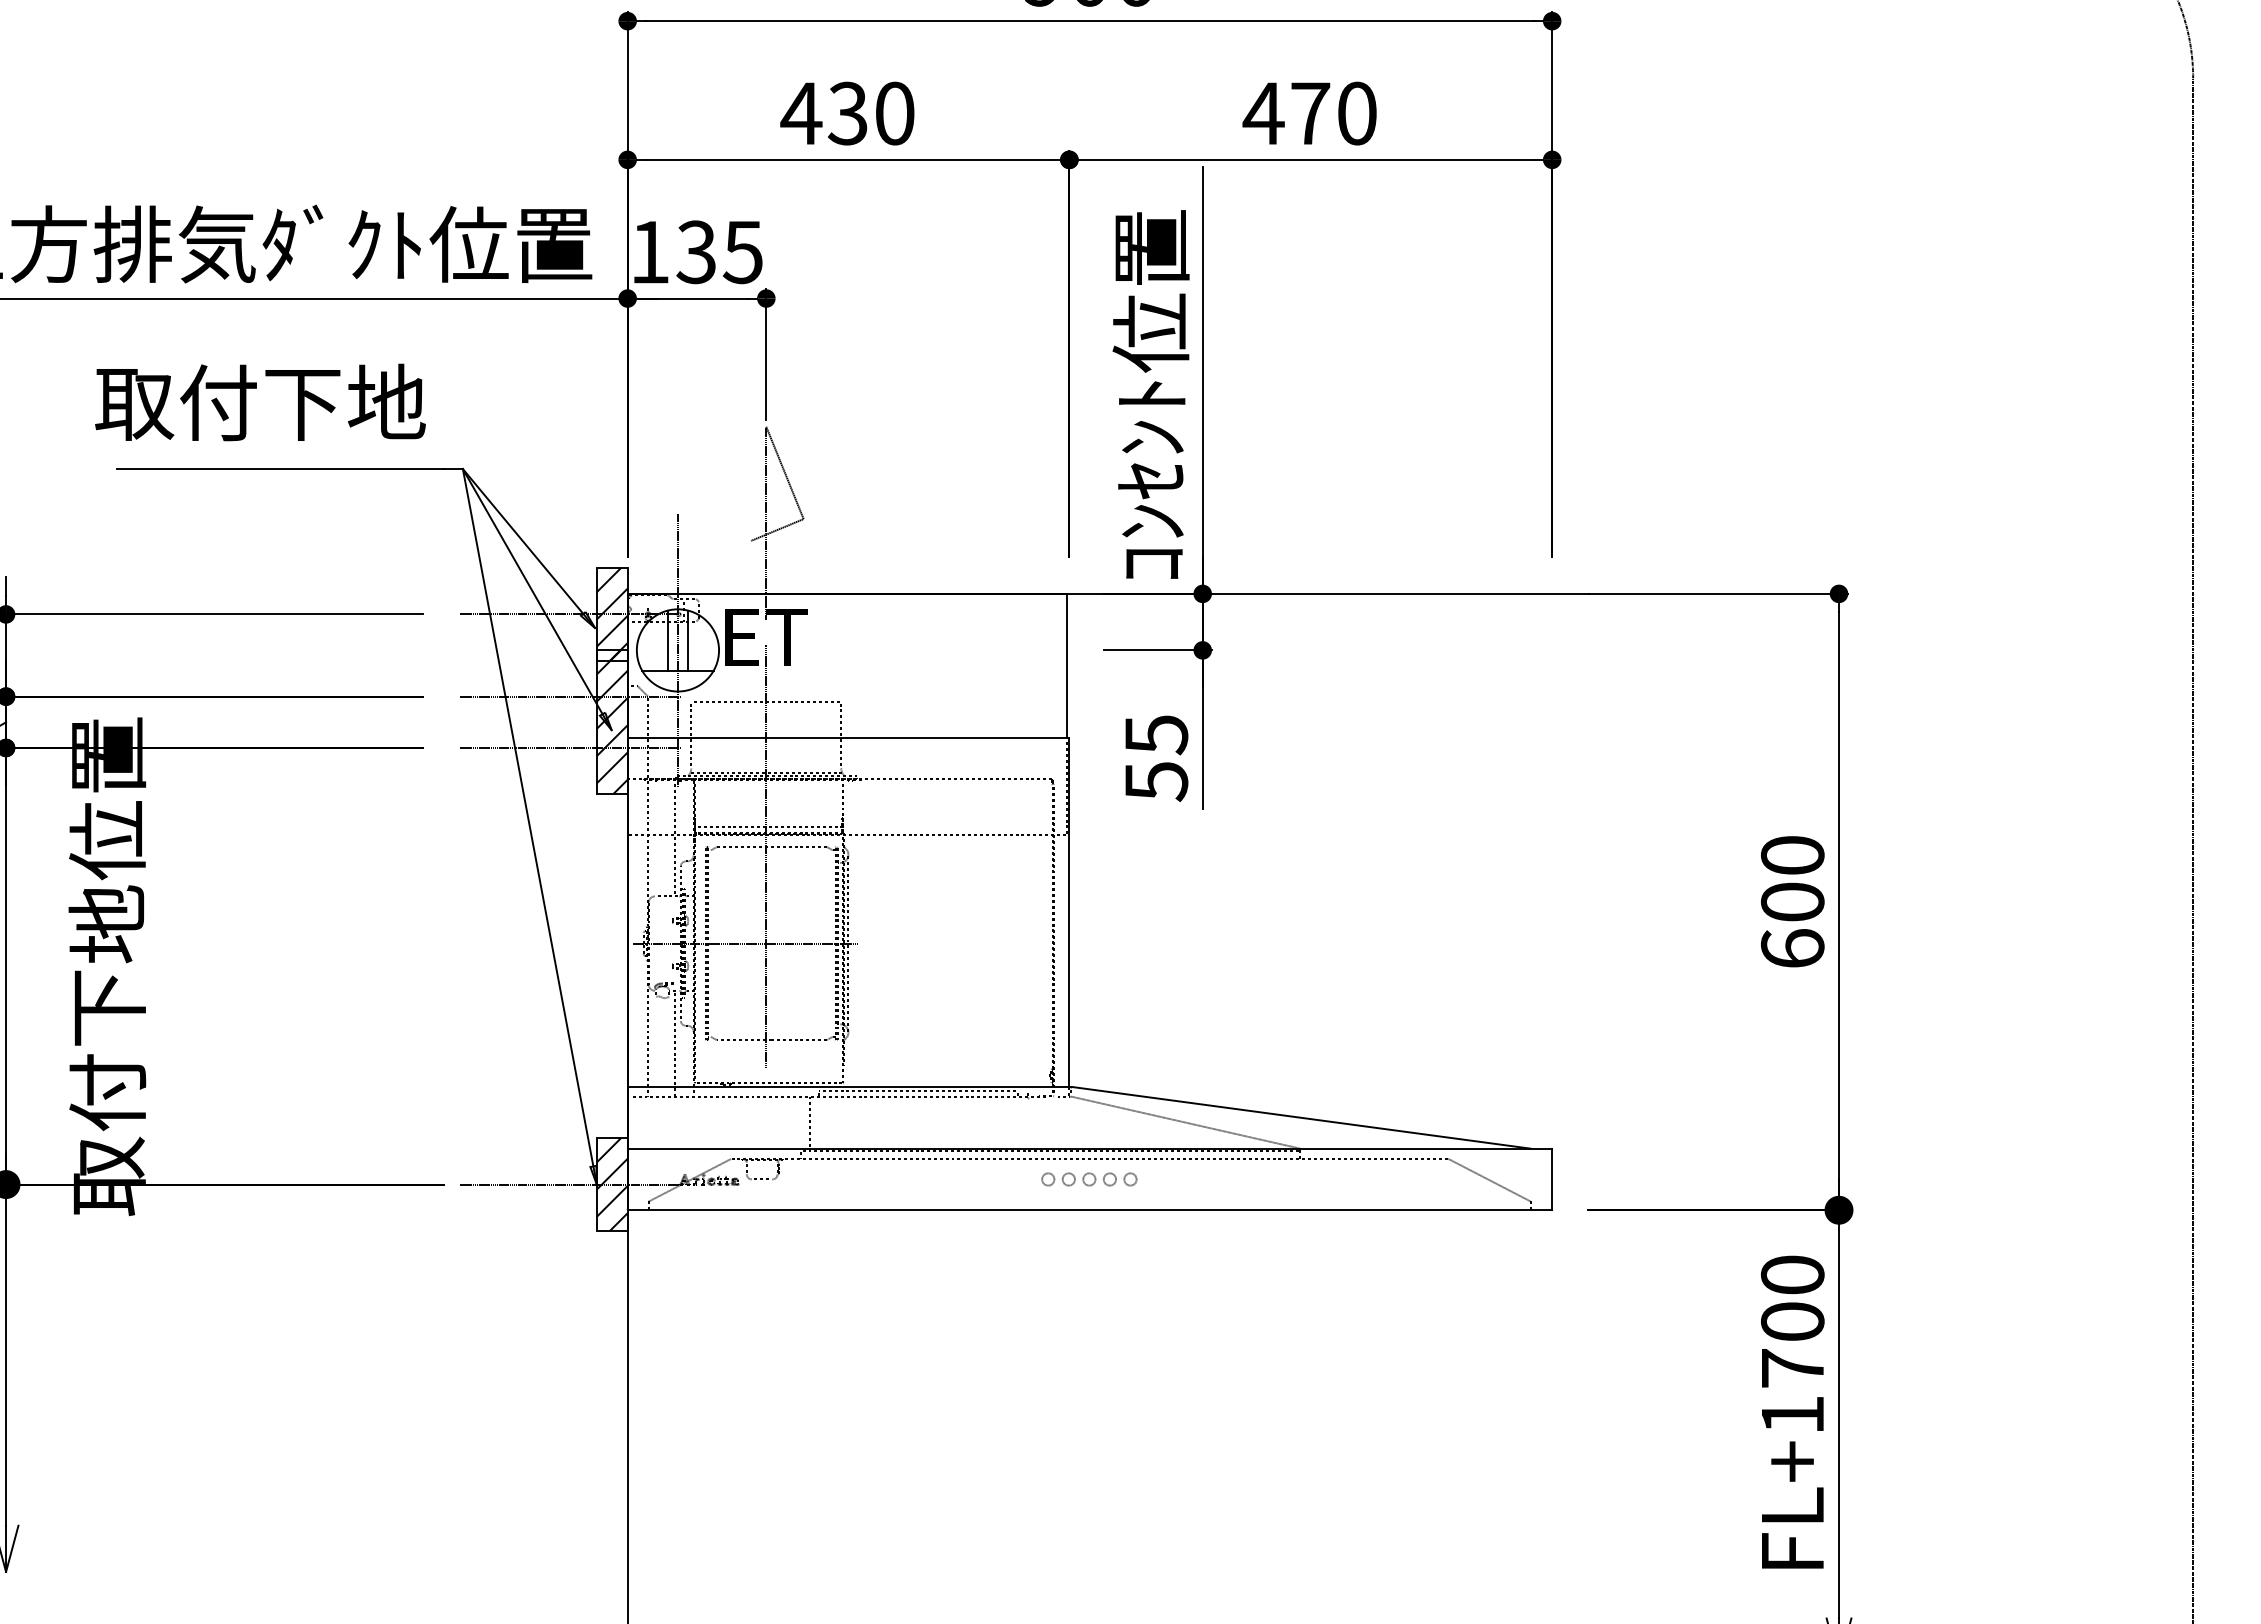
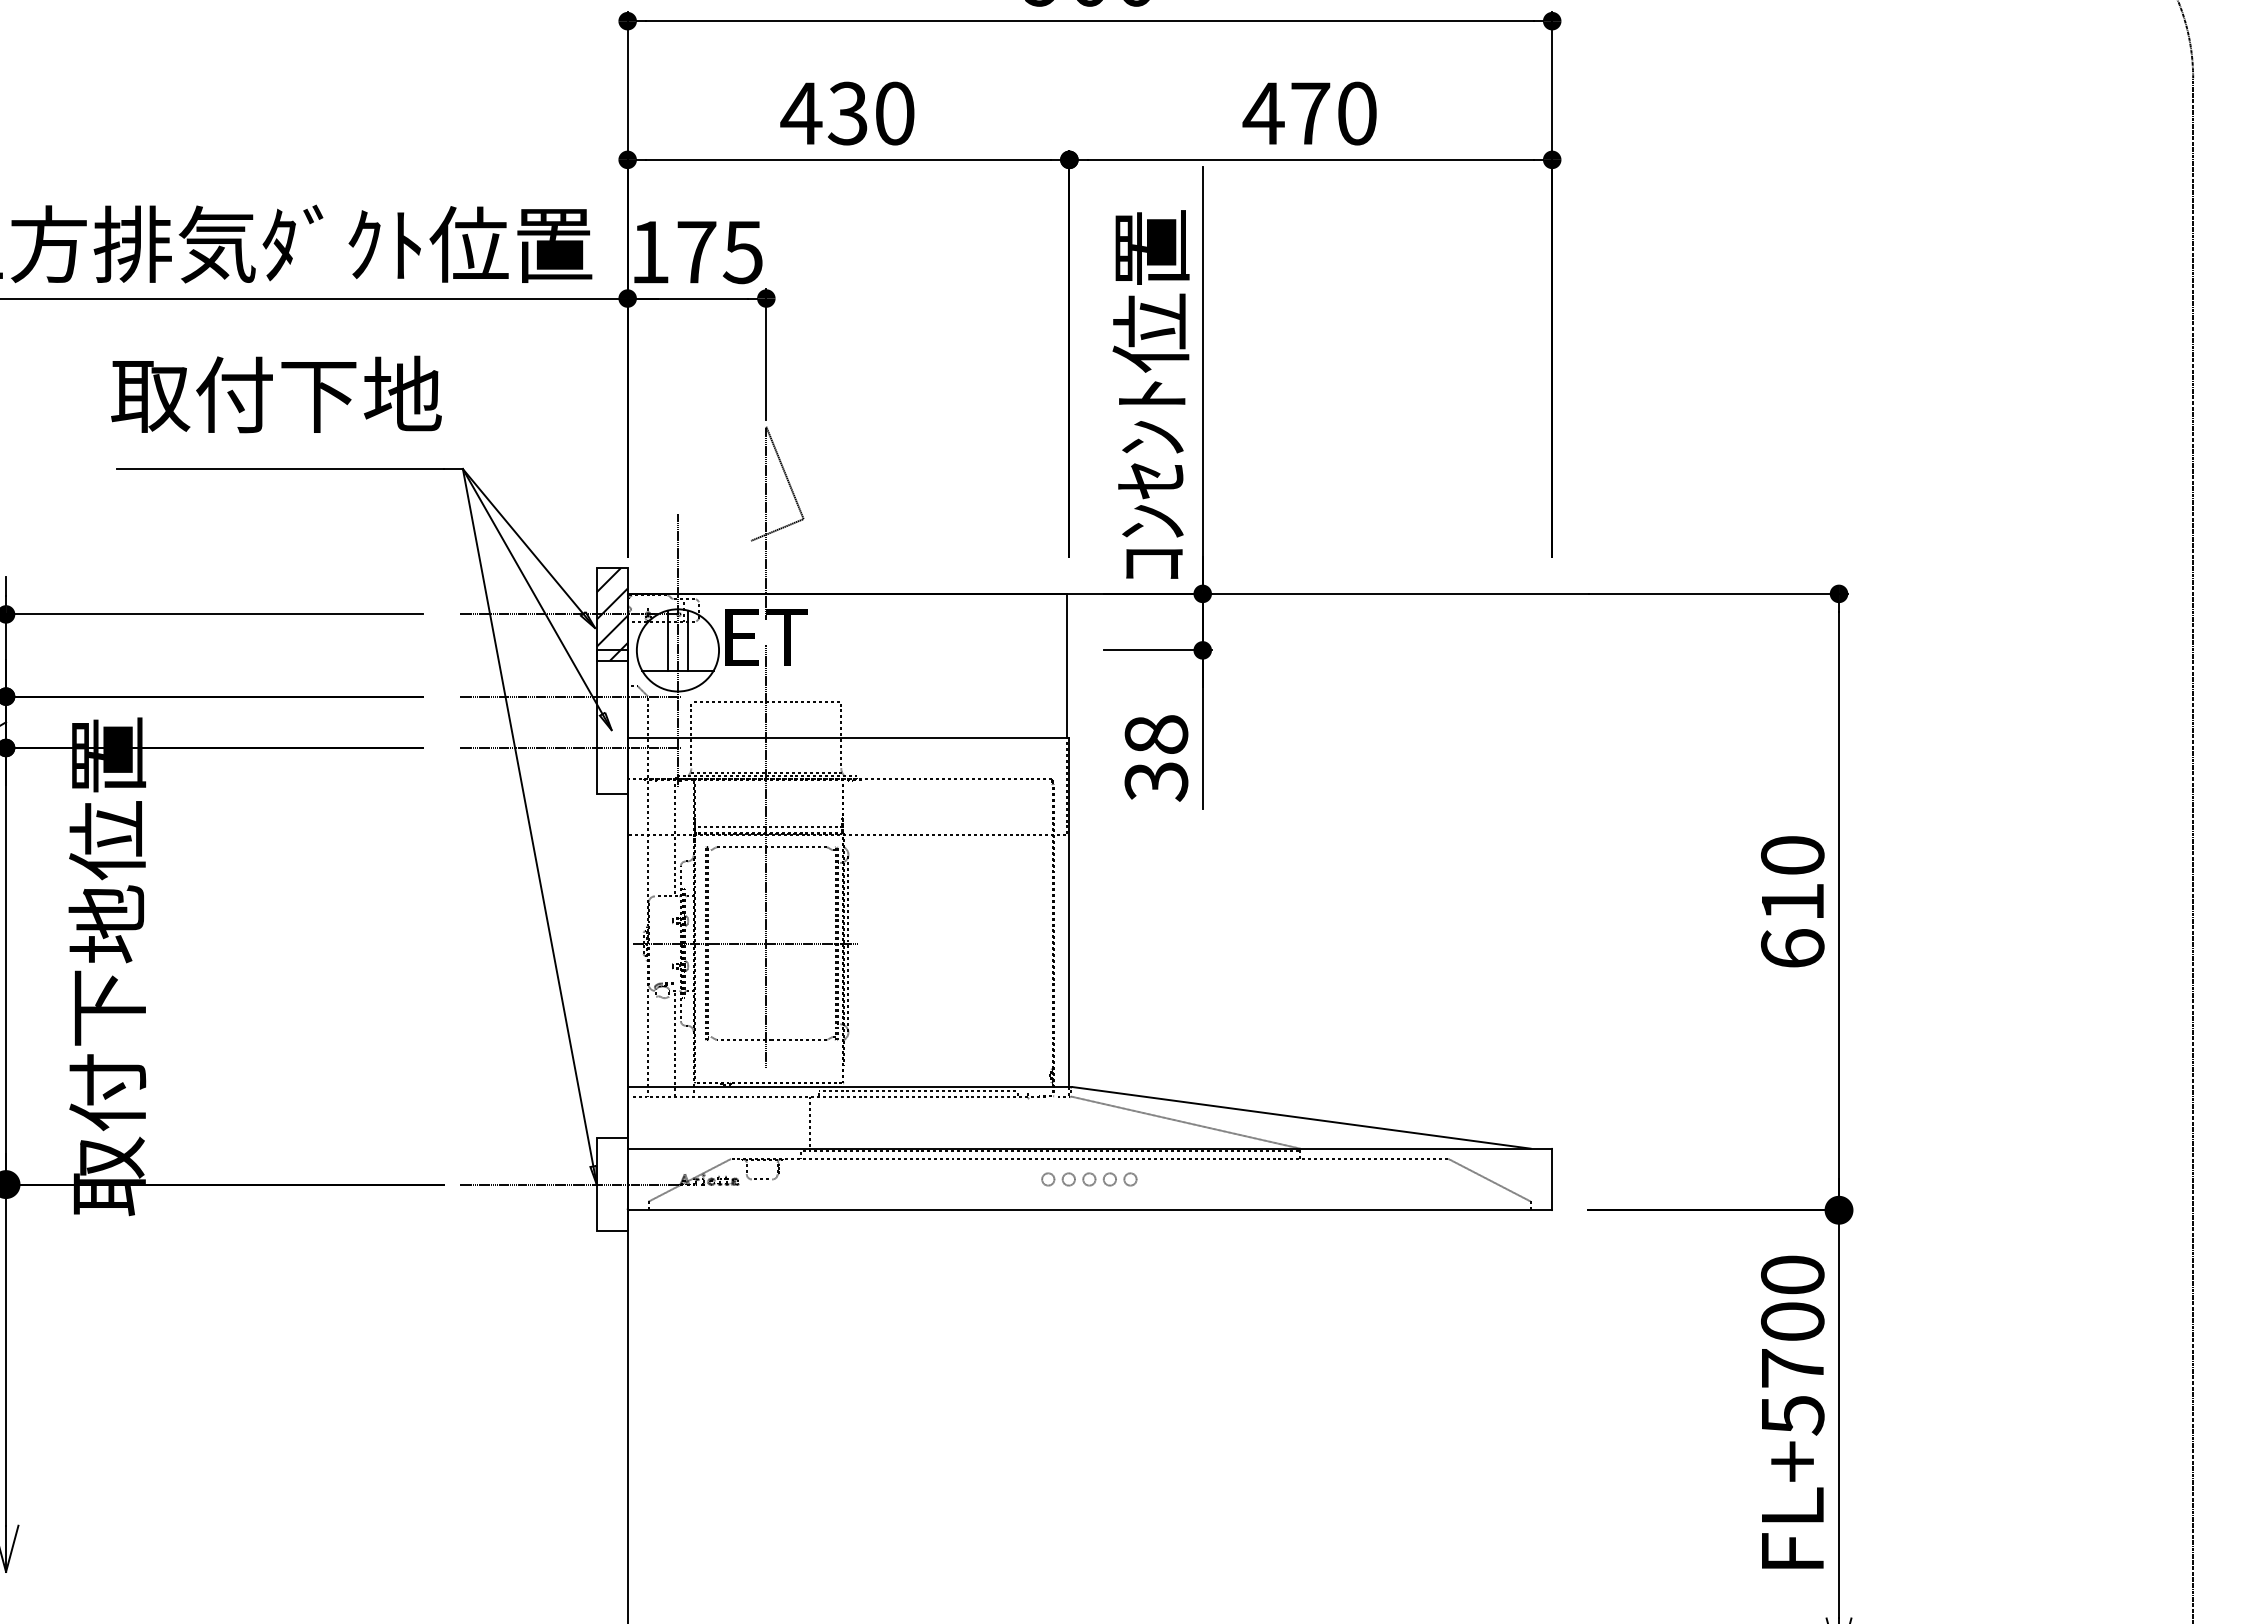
text at (696, 252): 135 -> 175
text at (260, 402) position: (260, 402) -> (276, 394)
hatch at (611, 722): present -> none
text at (1156, 758): 55 -> 38
text at (1792, 901): 600 -> 610
hatch at (611, 1184): present -> none
text at (1793, 1415): FL+1700 -> FL+5700
